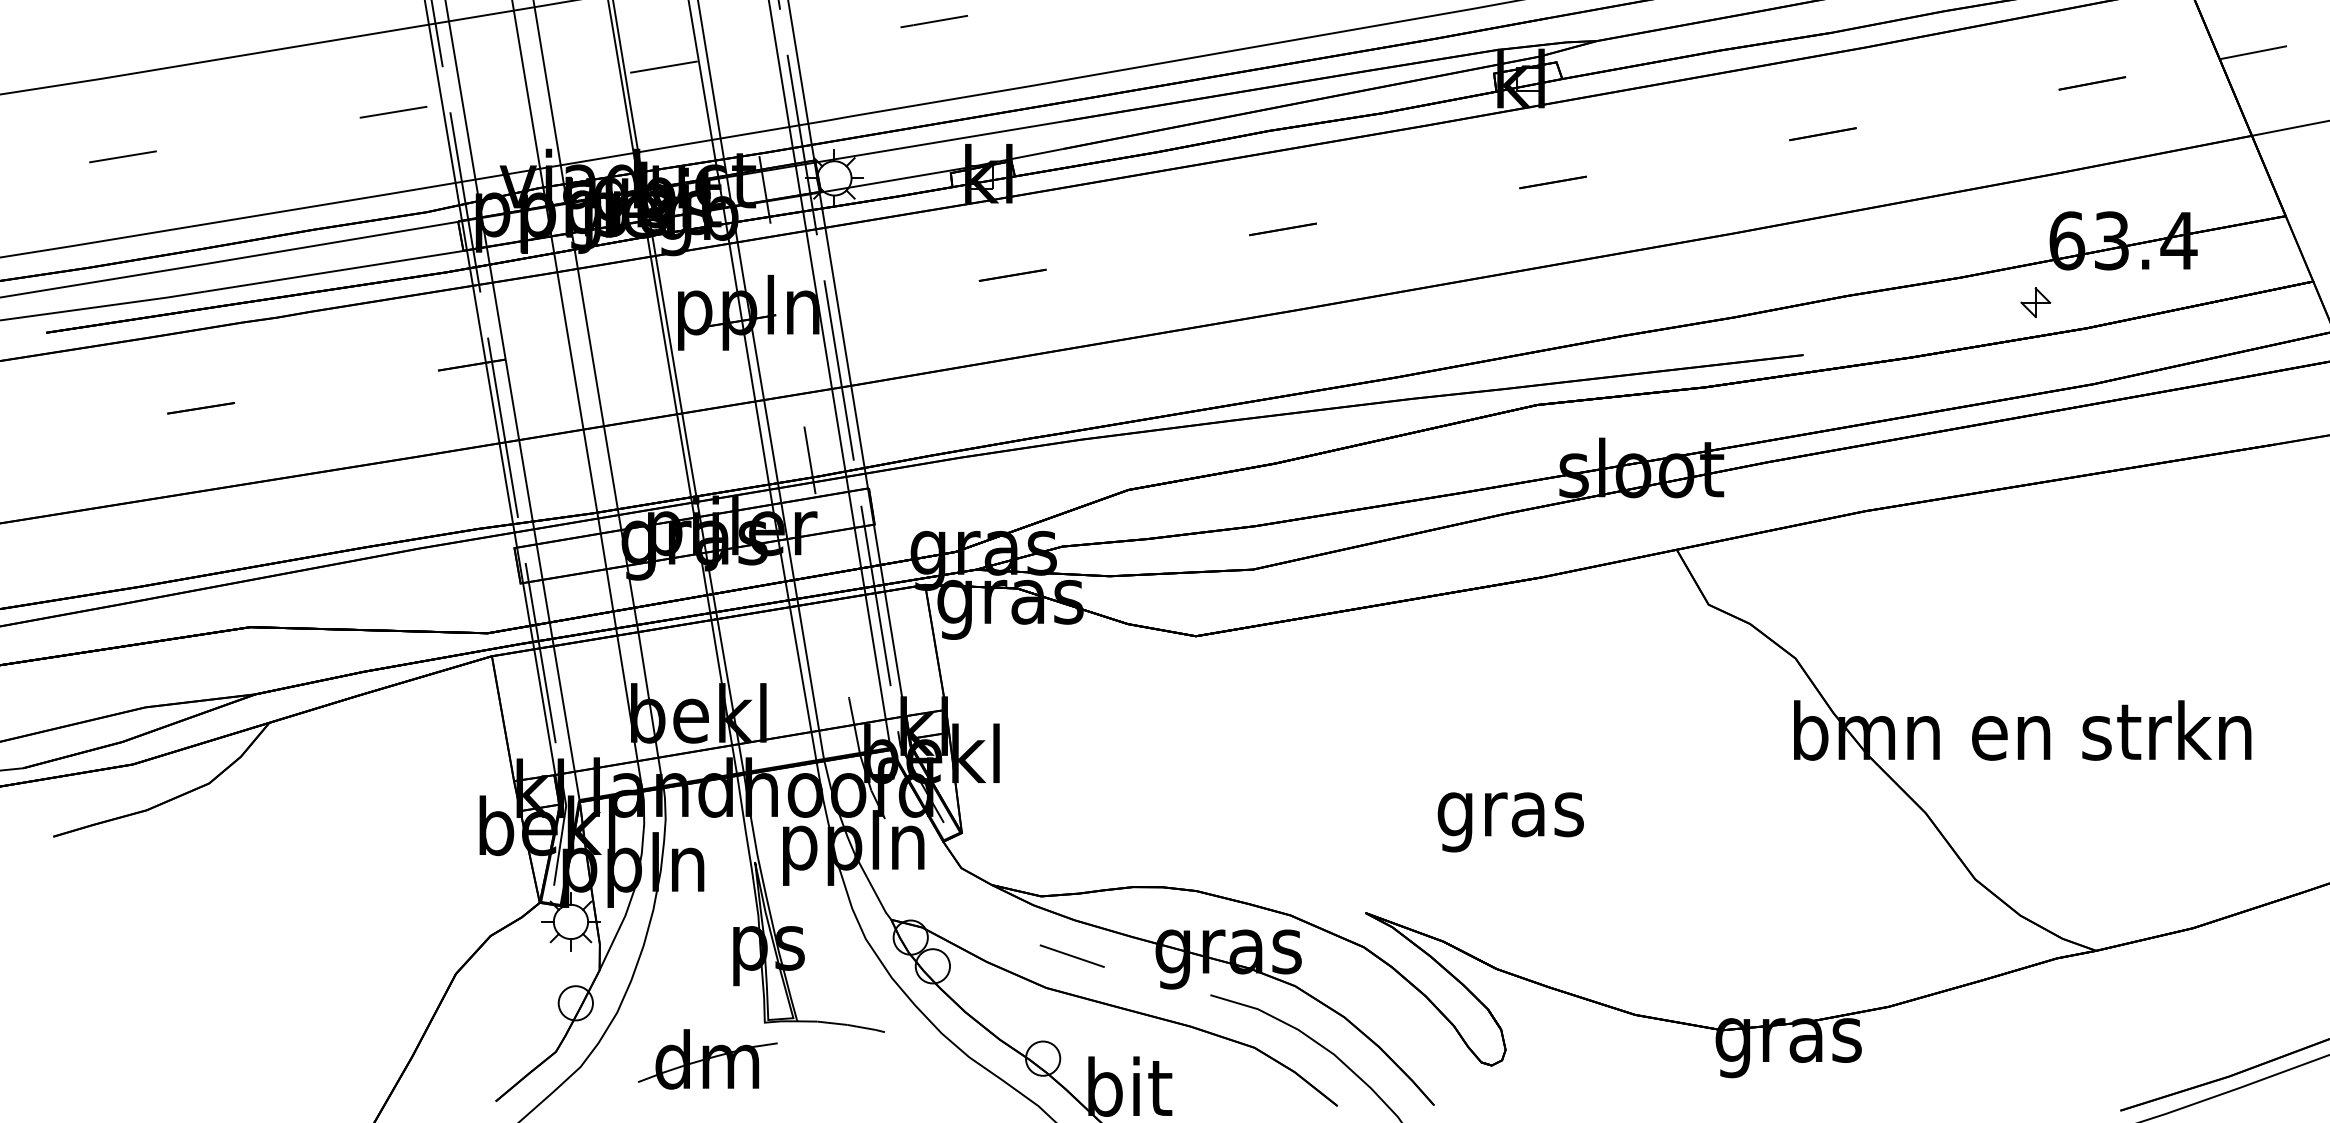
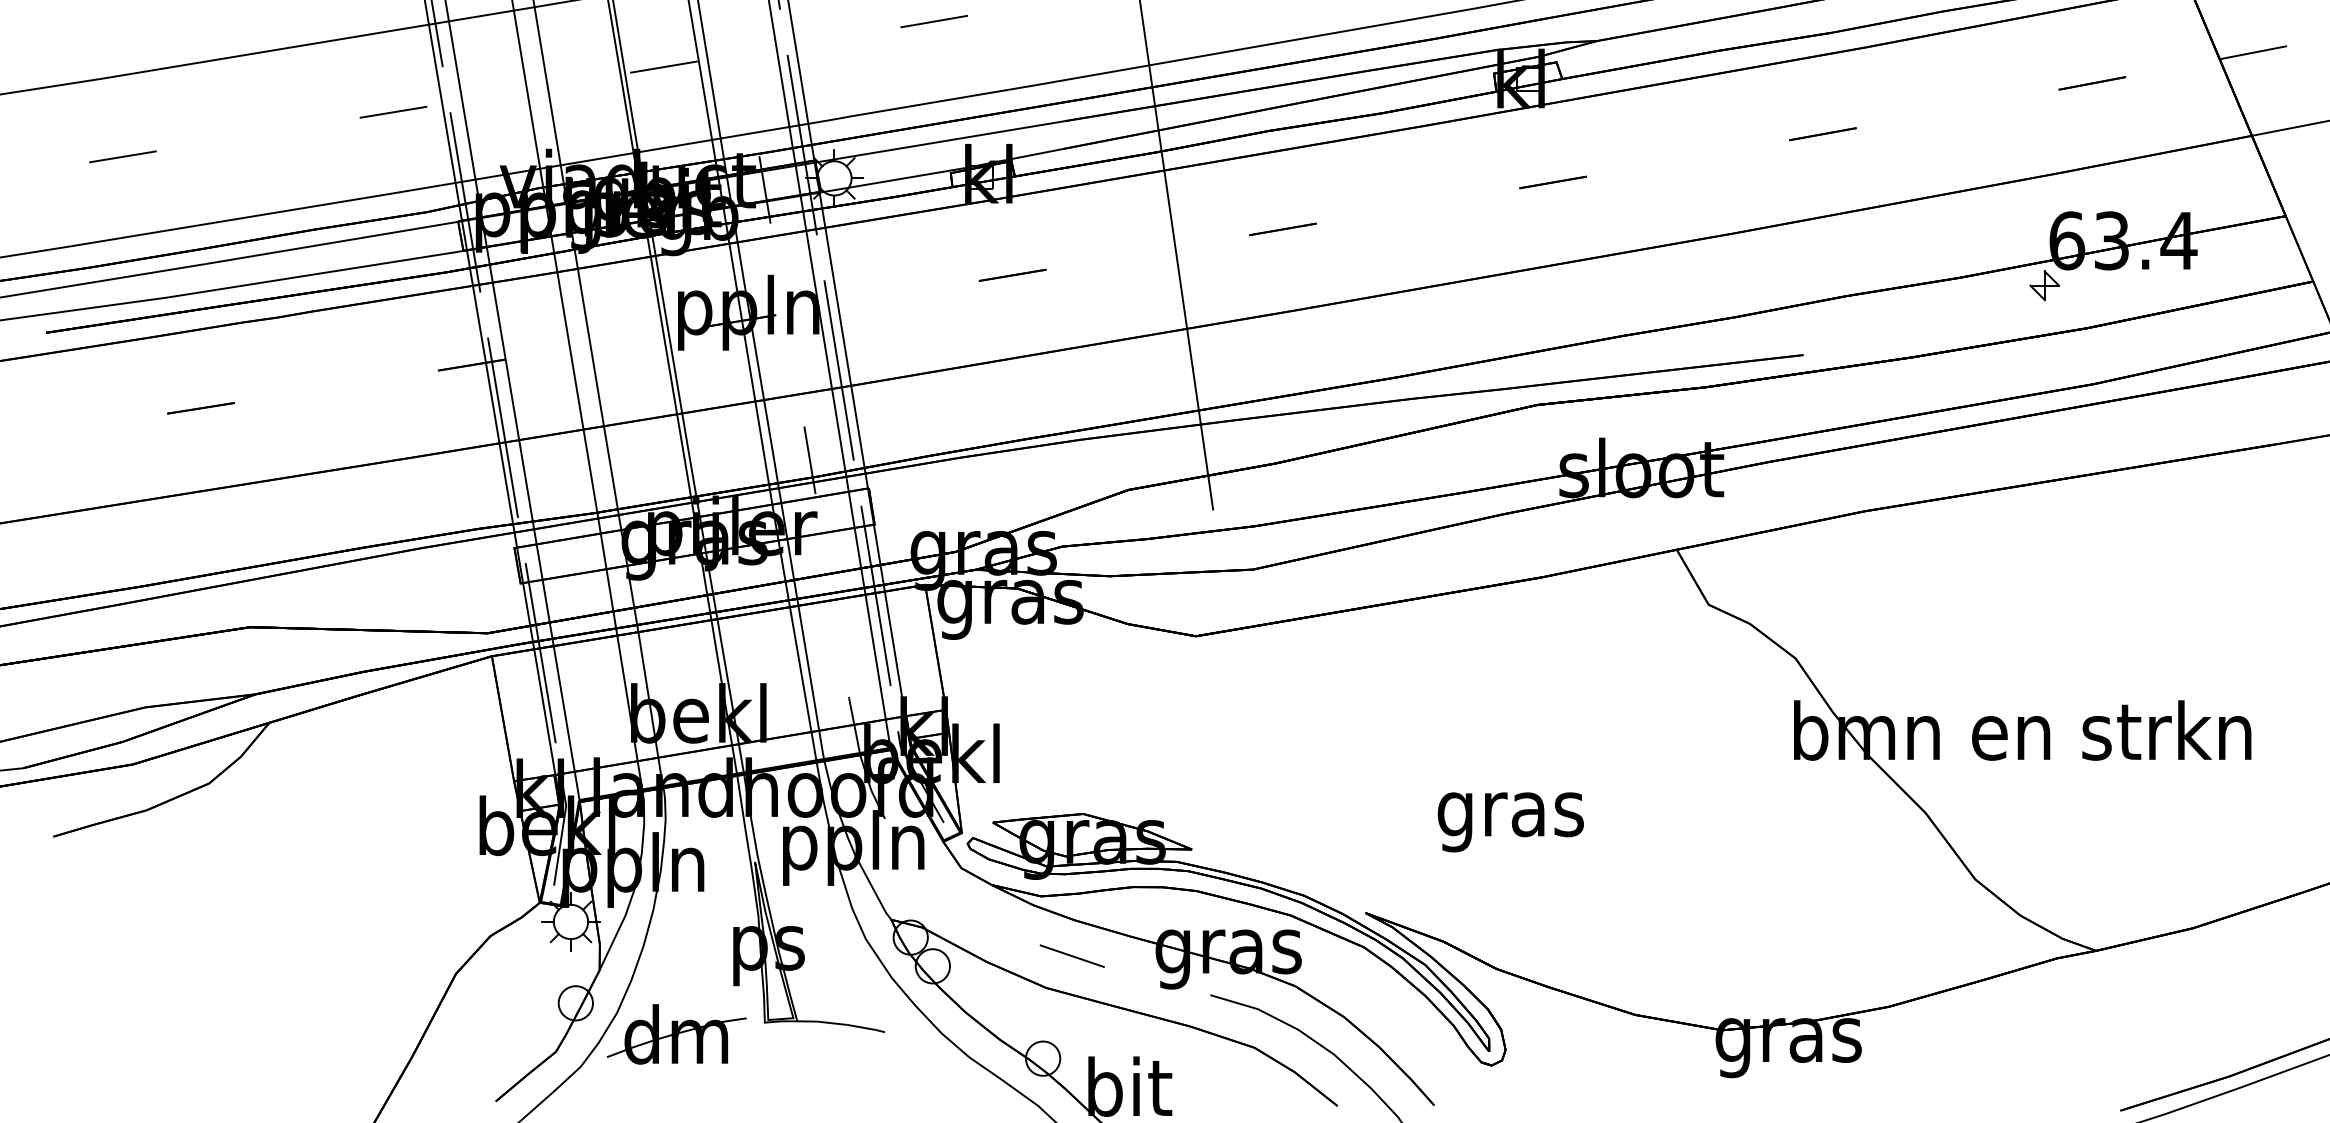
line at (1176, 255): none -> present
part at (2035, 302) position: (2035, 302) -> (2044, 285)
part at (1239, 884): none -> present
part at (707, 1059) position: (707, 1059) -> (676, 1034)
